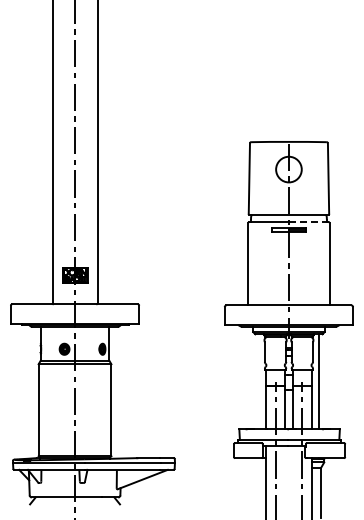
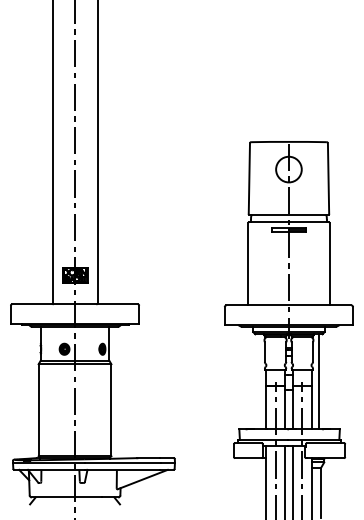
line at (308, 222): dashed -> solid
line at (284, 481): none -> present
line at (293, 481): none -> present
